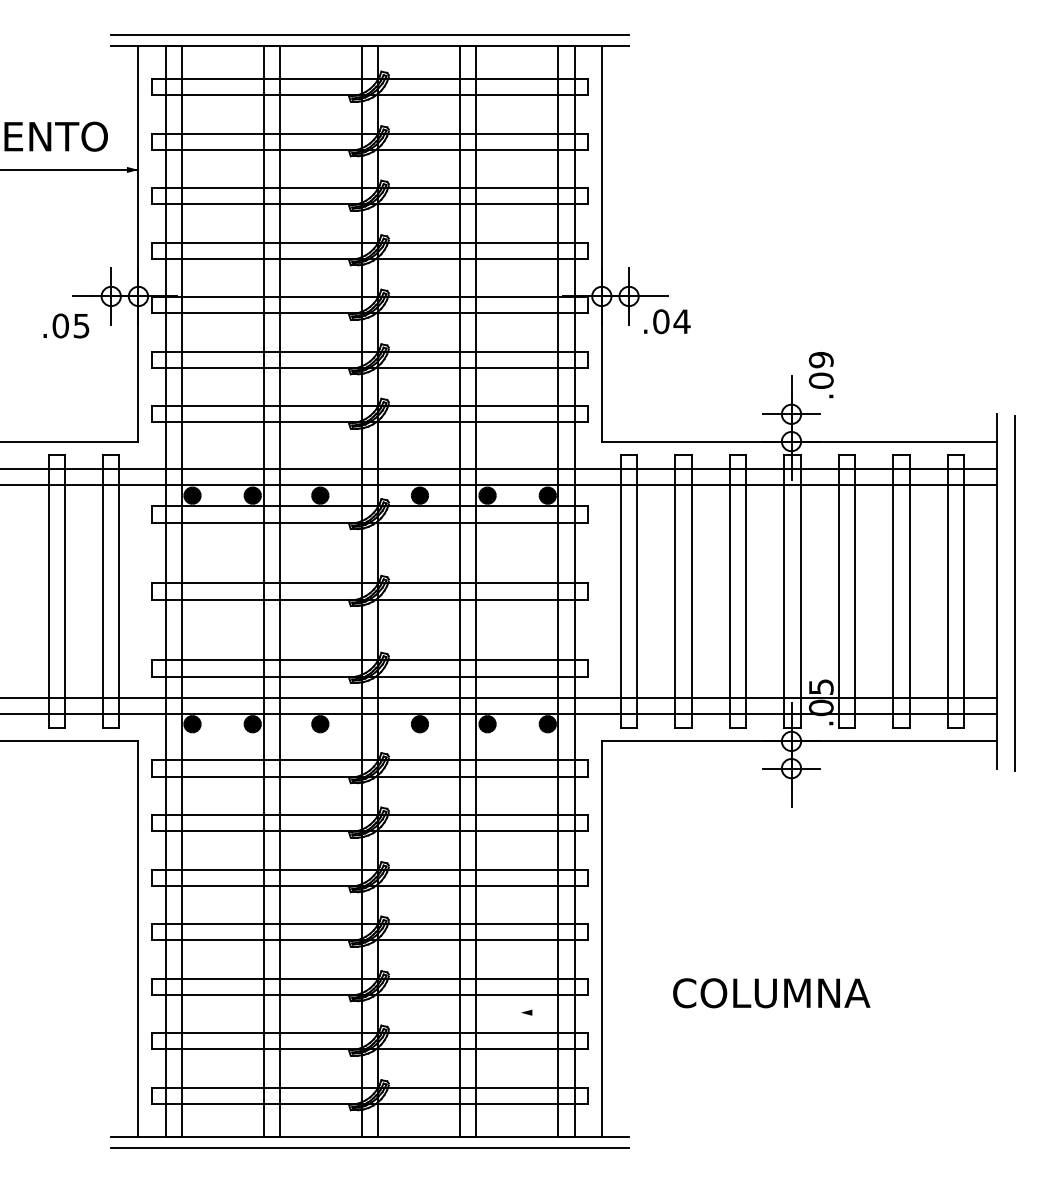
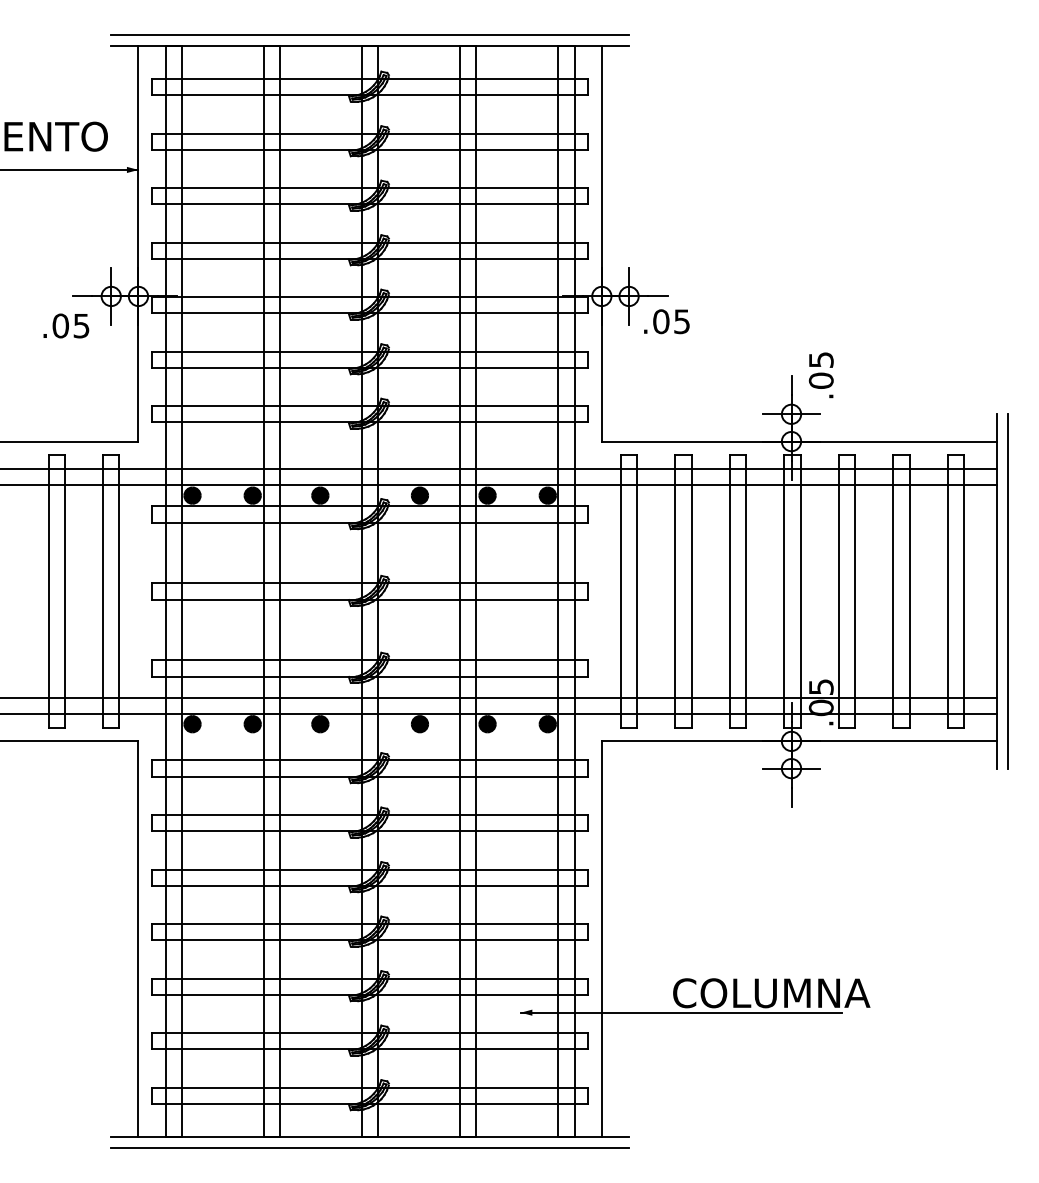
text at (681, 321): .04 -> .05
text at (820, 360): .09 -> .05
line at (1014, 593) position: (1014, 593) -> (1007, 591)
line at (681, 1012): none -> present
